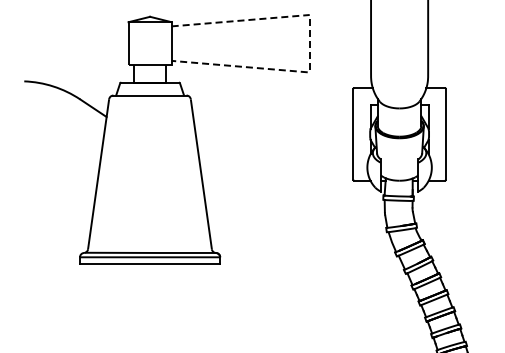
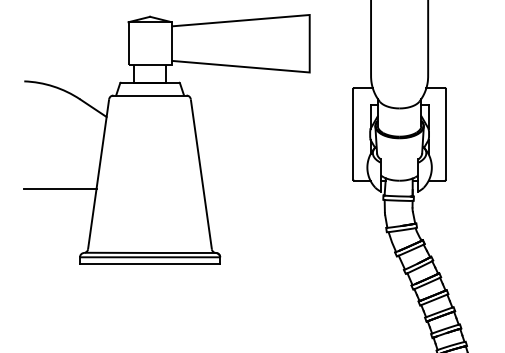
line at (309, 43): dashed -> solid
line at (60, 189): none -> present
